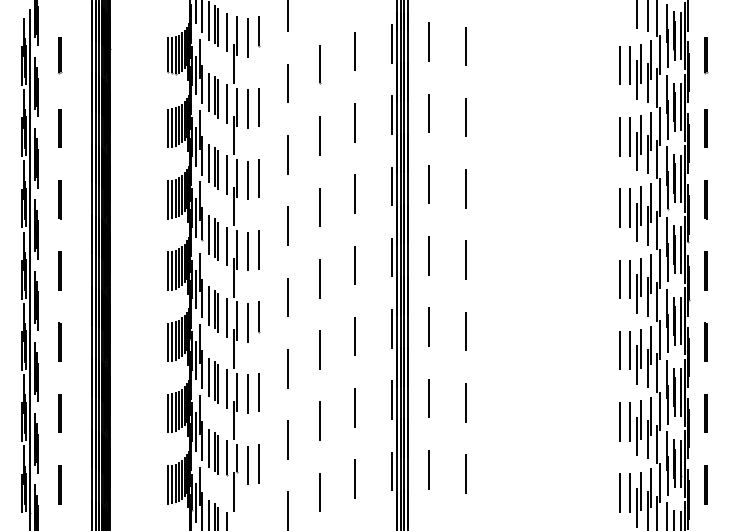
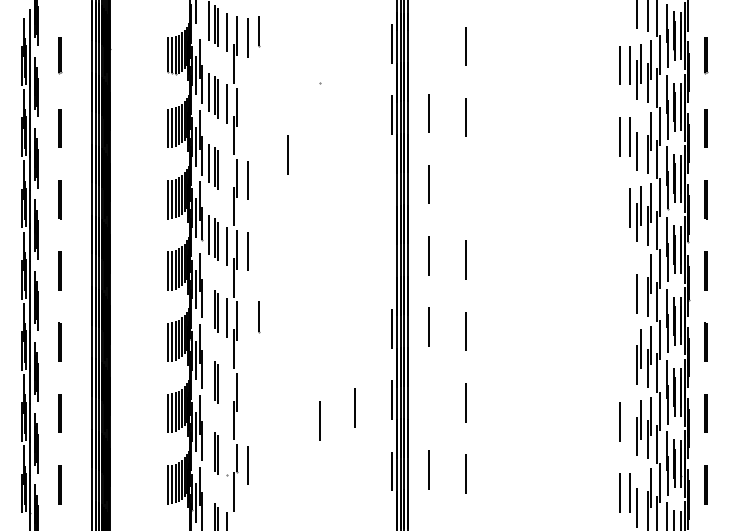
line at (201, 17): present -> none
line at (287, 17): present -> none
line at (428, 41): present -> none
line at (354, 51): present -> none
line at (320, 63): present -> none
line at (287, 83): present -> none
line at (259, 107): present -> none
line at (247, 108): present -> none
line at (354, 122): present -> none
line at (640, 134): present -> none
line at (319, 135): present -> none
line at (227, 175): present -> none
line at (258, 178): present -> none
line at (391, 186): present -> none
line at (465, 188): present -> none
line at (354, 193): present -> none
line at (320, 207): present -> none
line at (619, 207): present -> none
line at (287, 226): present -> none
line at (258, 249): present -> none
line at (391, 257): present -> none
line at (354, 265): present -> none
line at (640, 277): present -> none
line at (320, 278): present -> none
line at (619, 279): present -> none
line at (630, 279): present -> none
line at (287, 297): present -> none
line at (209, 305): present -> none
line at (247, 322): present -> none
line at (354, 336): present -> none
line at (319, 349): present -> none
line at (619, 350): present -> none
line at (630, 350): present -> none
line at (287, 368): present -> none
line at (209, 377): present -> none
line at (227, 388): present -> none
line at (259, 392): present -> none
line at (247, 393): present -> none
line at (428, 398): present -> none
line at (630, 421): present -> none
line at (287, 439): present -> none
line at (209, 448): present -> none
line at (227, 457): present -> none
line at (258, 463): present -> none
line at (354, 478): present -> none
line at (640, 491): present -> none
line at (320, 492): present -> none
line at (287, 509): present -> none
line at (209, 513): present -> none
